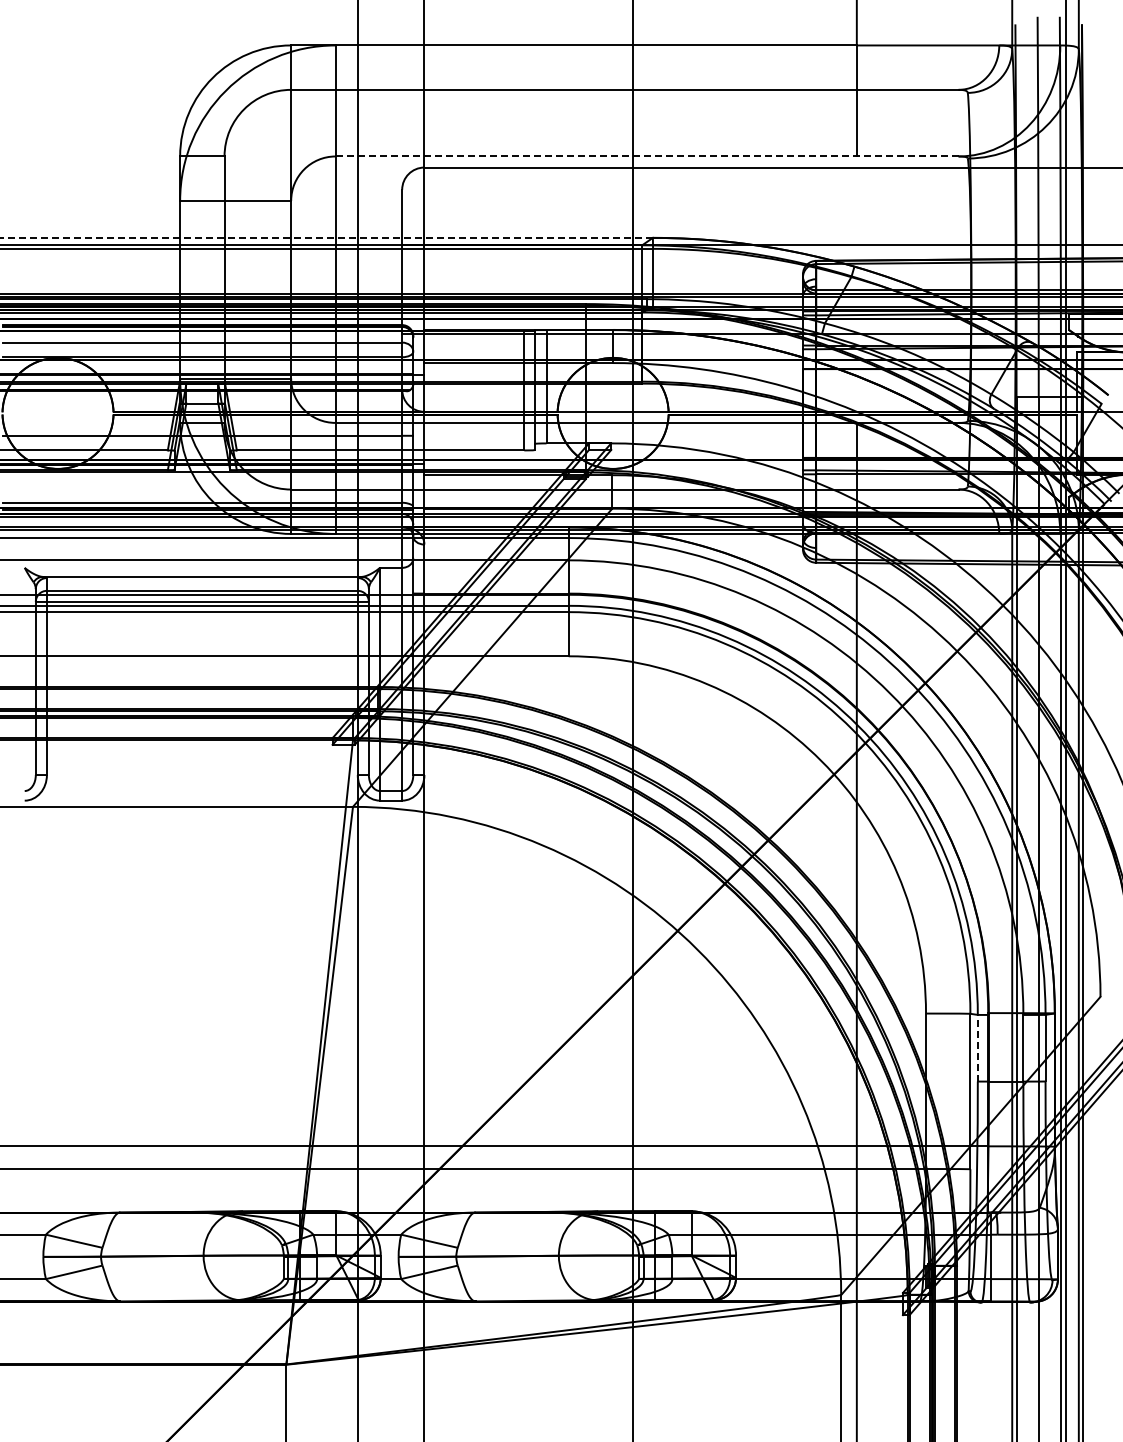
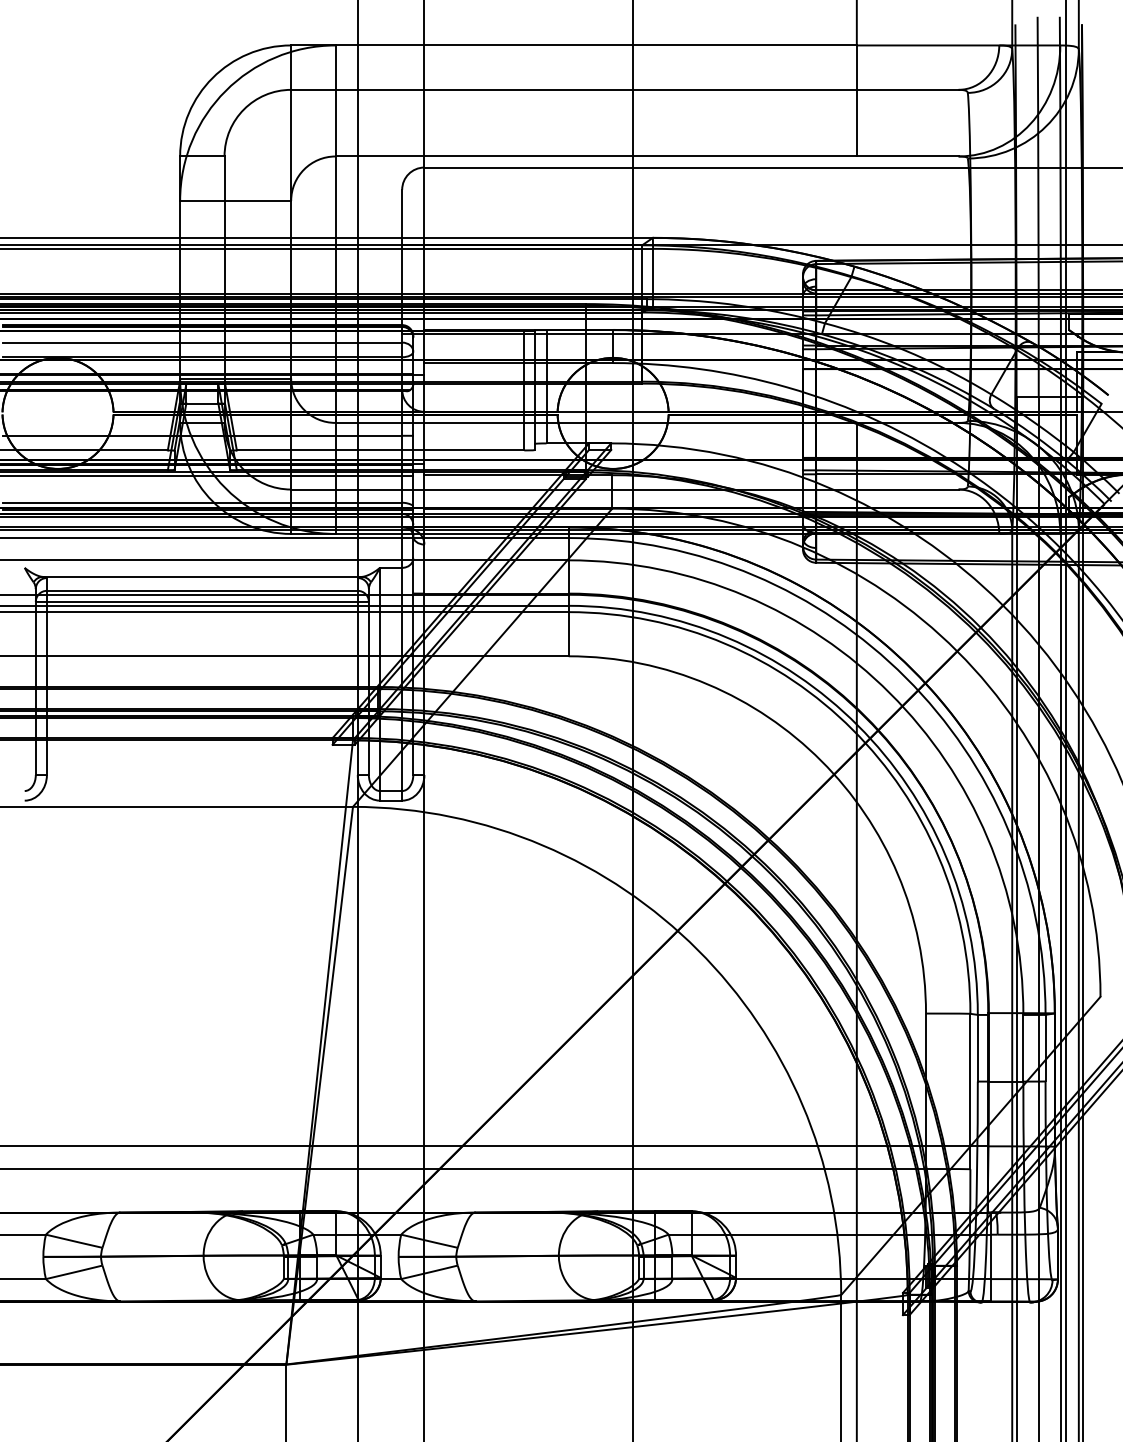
line at (647, 156): dashed -> solid
line at (326, 237): dashed -> solid
line at (207, 476): none -> present
line at (977, 1047): dashed -> solid
